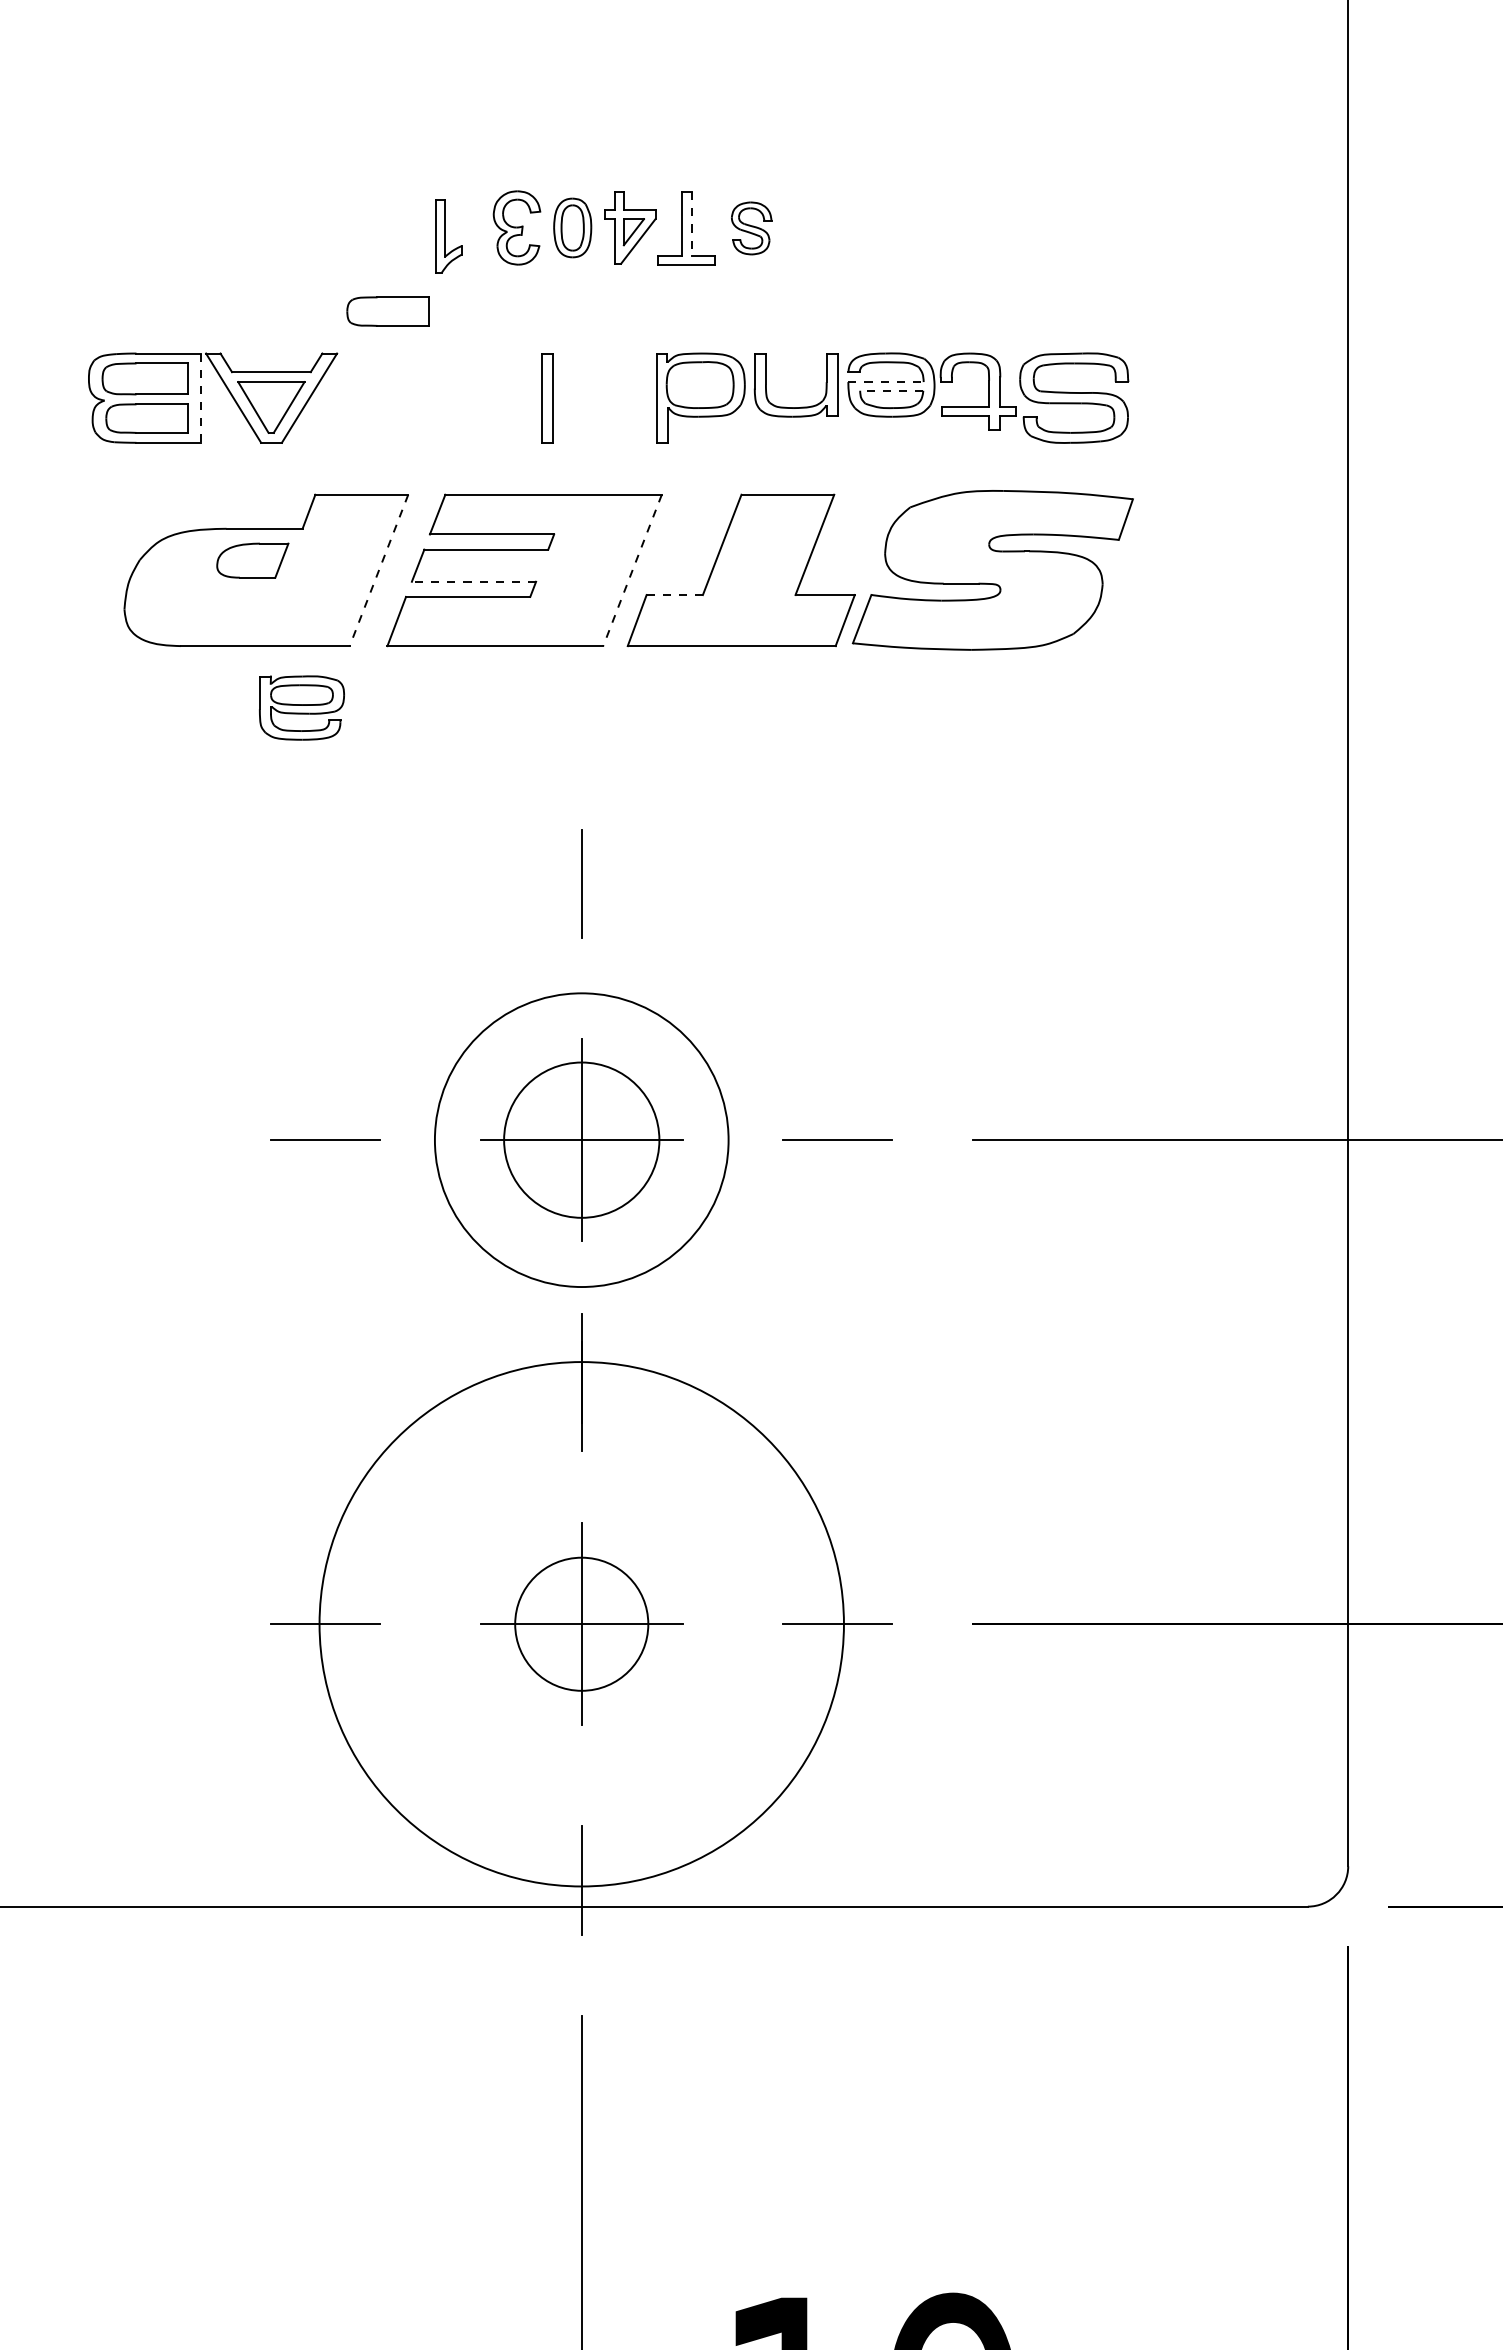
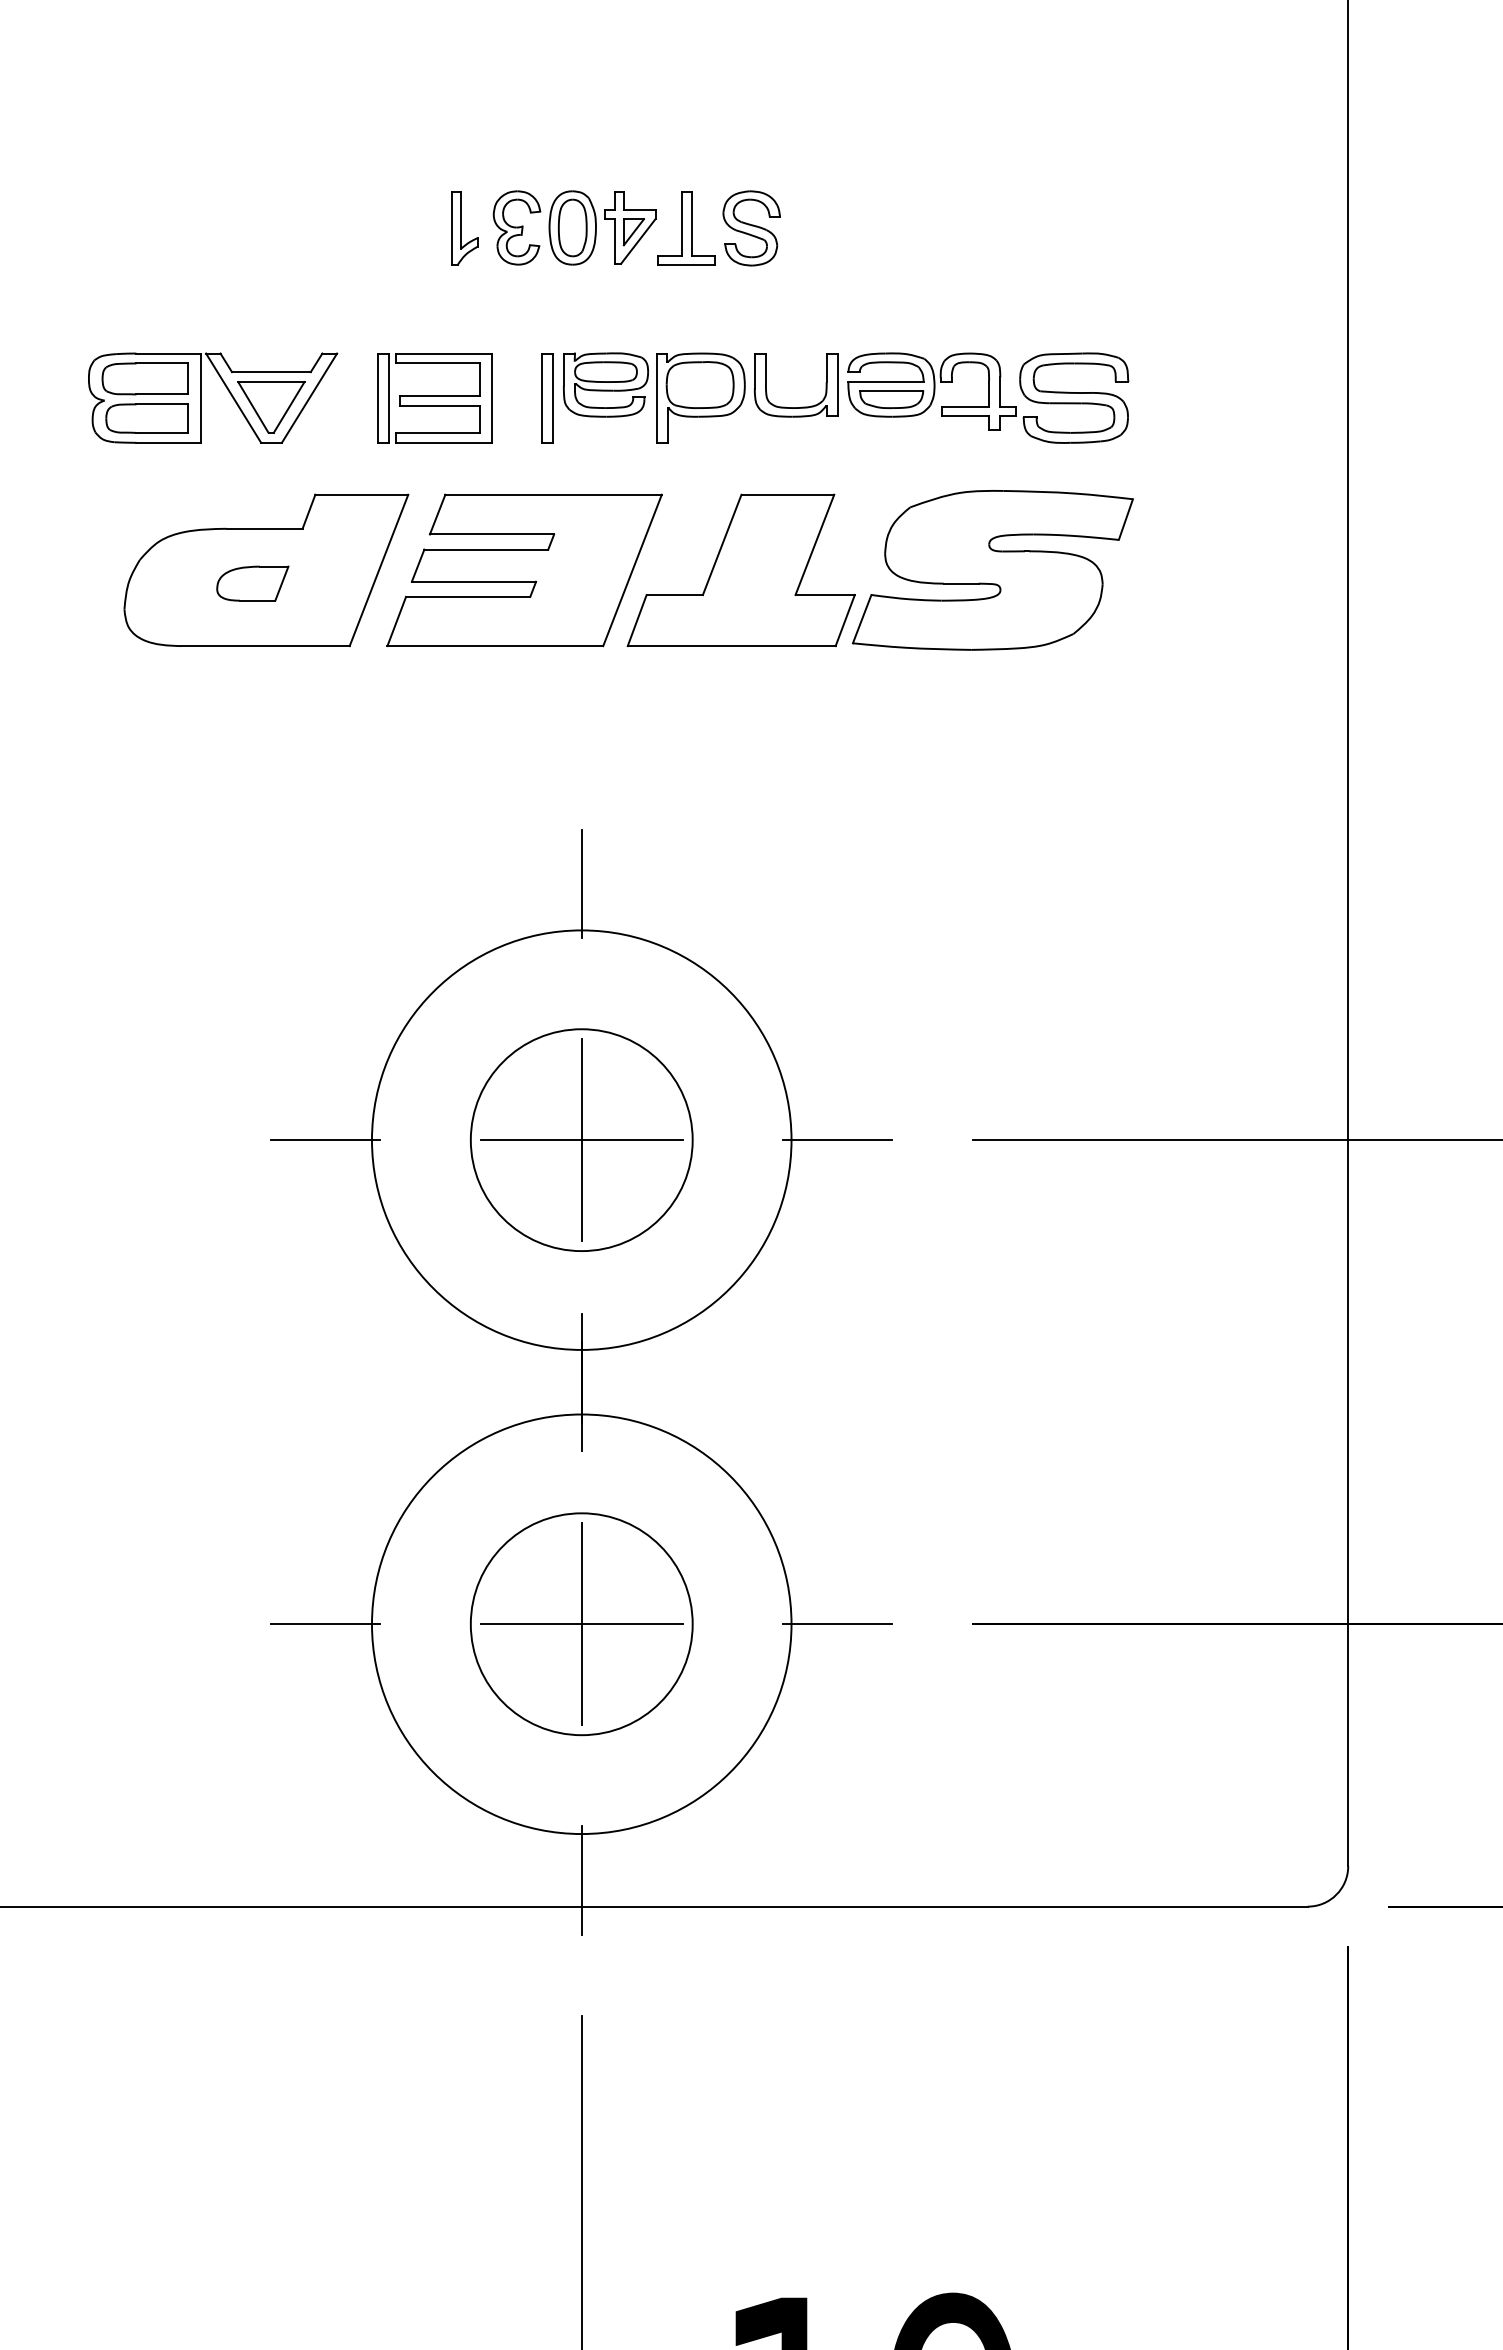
line at (691, 224): dashed -> solid
part at (572, 227) size: 40x62 px -> 49x76 px
part at (751, 228) size: 42x55 px -> 59x77 px
part at (448, 236) position: (448, 236) -> (464, 228)
part at (387, 311): present -> none
line at (886, 382): dashed -> solid
line at (891, 390): dashed -> solid
line at (200, 398): dashed -> solid
part at (434, 398): none -> present
part at (252, 560) position: (252, 560) -> (252, 583)
line at (378, 570): dashed -> solid
line at (632, 570): dashed -> solid
line at (473, 581): dashed -> solid
line at (675, 595): dashed -> solid
part at (301, 707) position: (301, 707) -> (605, 384)
circle at (581, 1139) diameter: 155 px -> 222 px
circle at (581, 1140) diameter: 294 px -> 420 px
circle at (581, 1623) diameter: 133 px -> 222 px
circle at (581, 1624) diameter: 524 px -> 420 px
